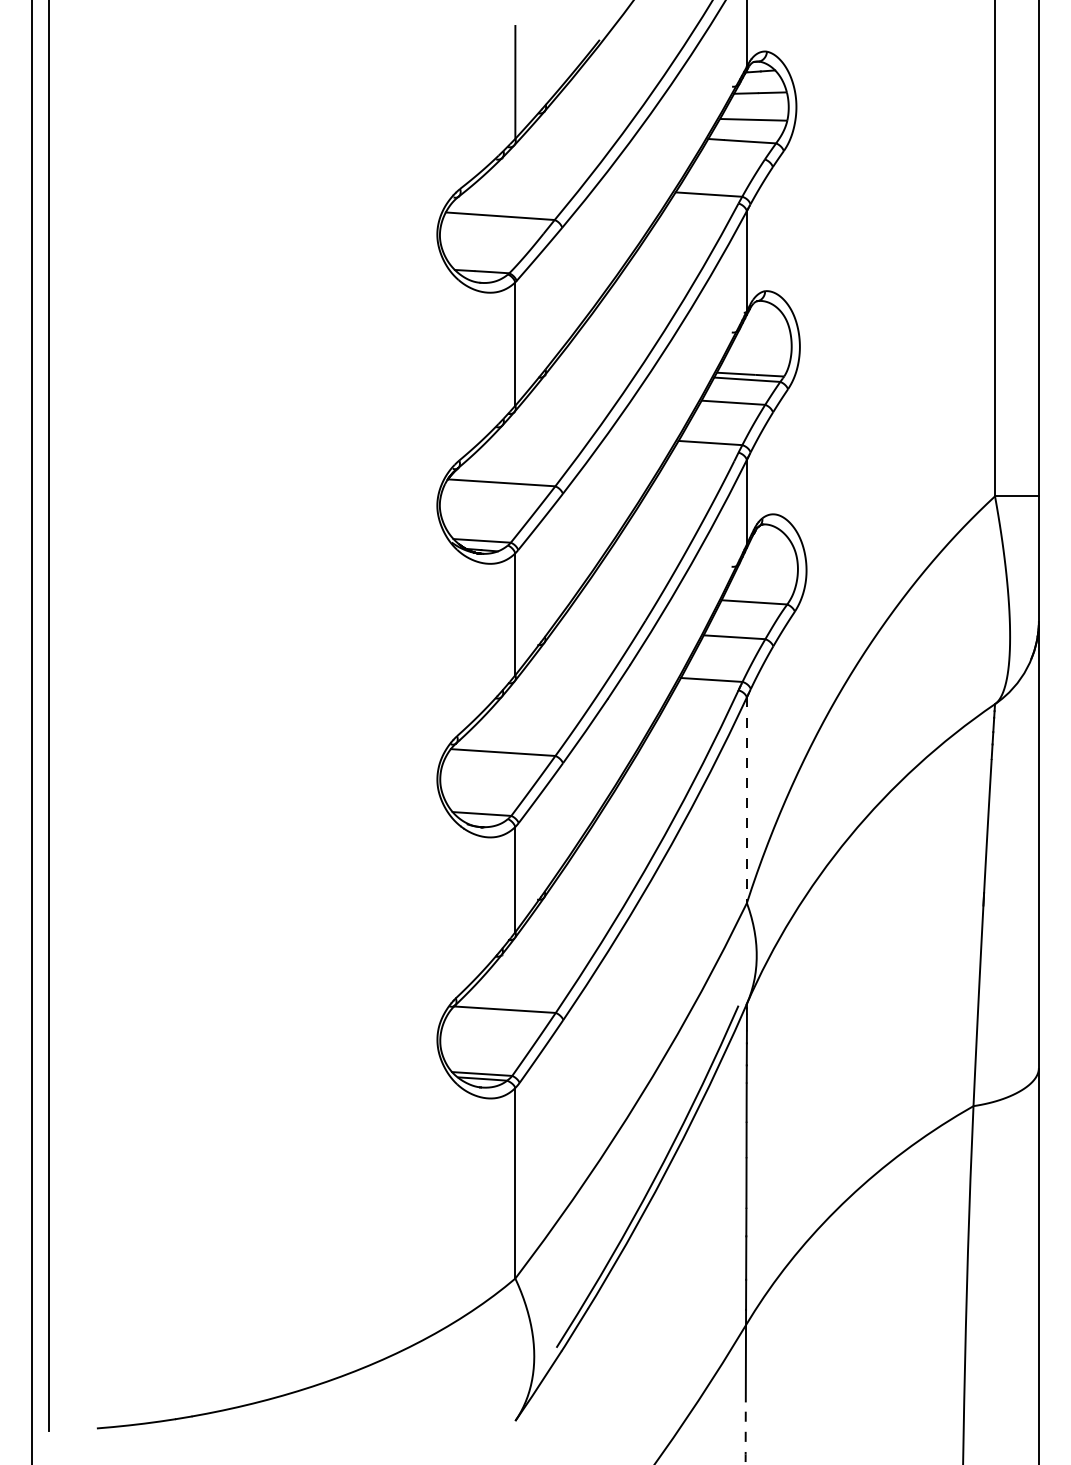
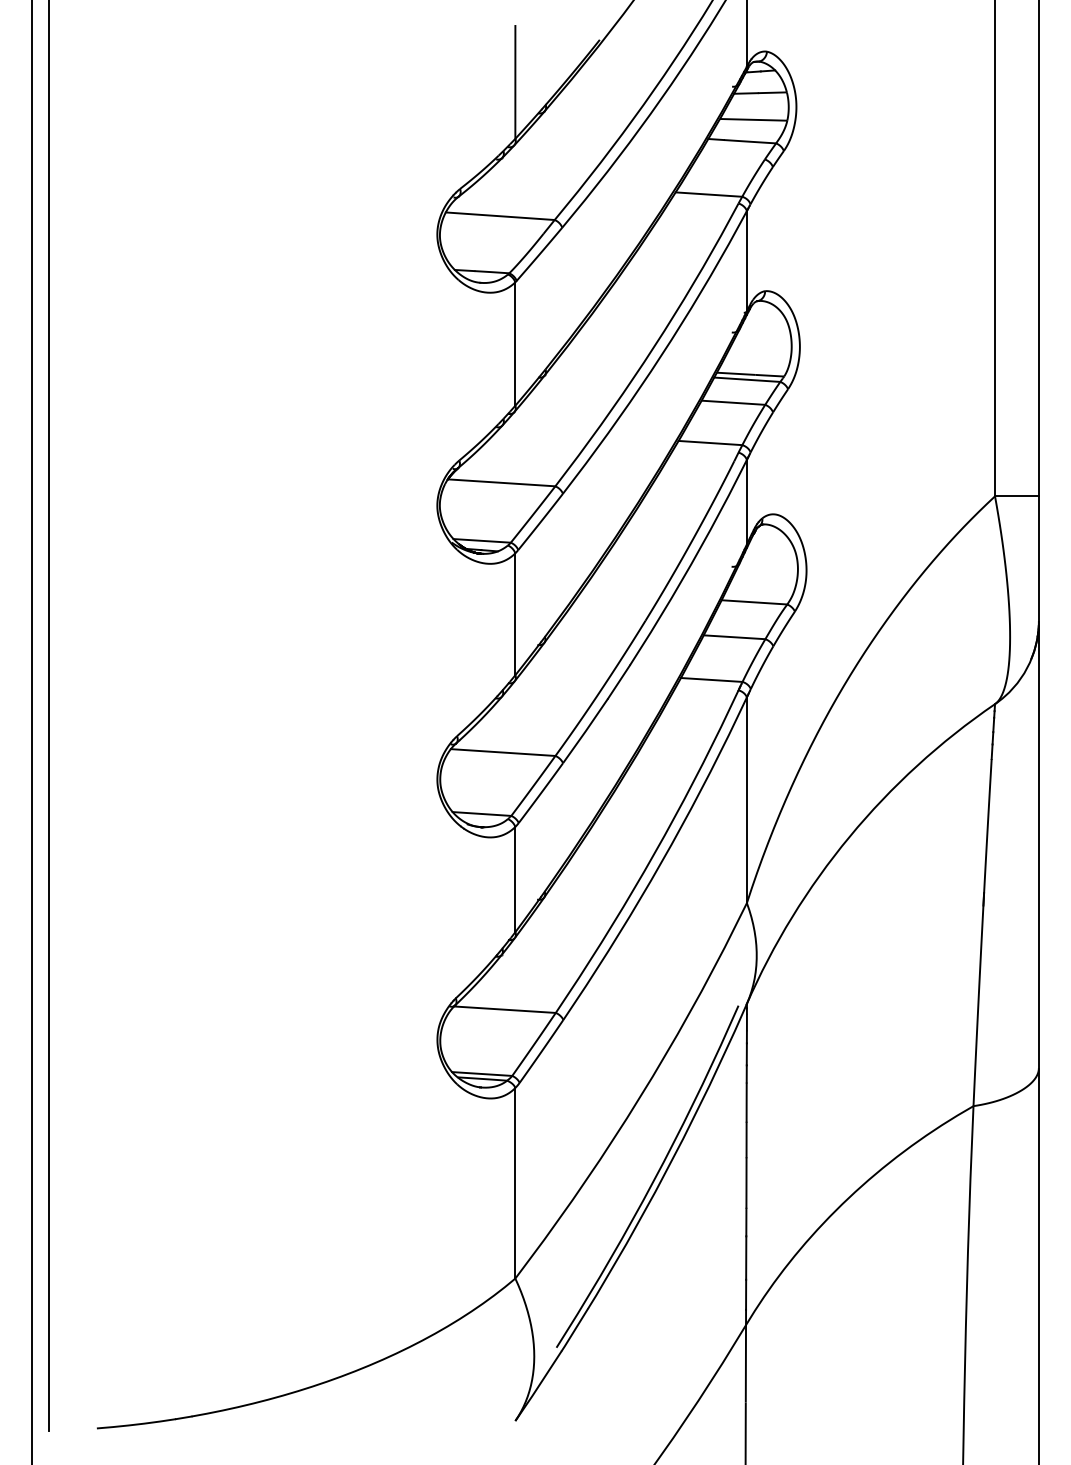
line at (746, 800): dashed -> solid
line at (745, 1433): dashed -> solid
